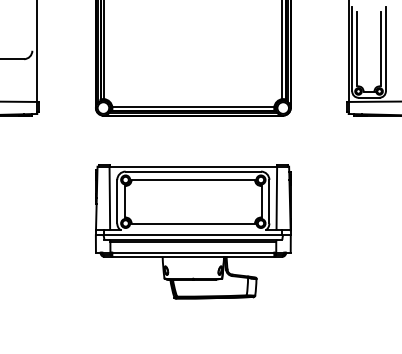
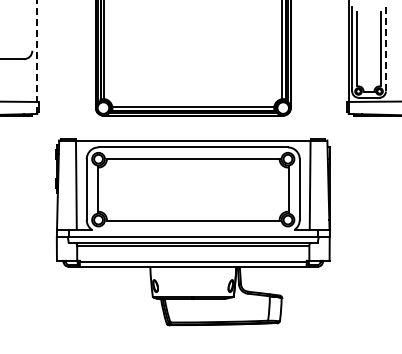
line at (385, 48): solid -> dashed
line at (37, 57): solid -> dashed
part at (193, 231) size: 197x136 px -> 276x189 px
